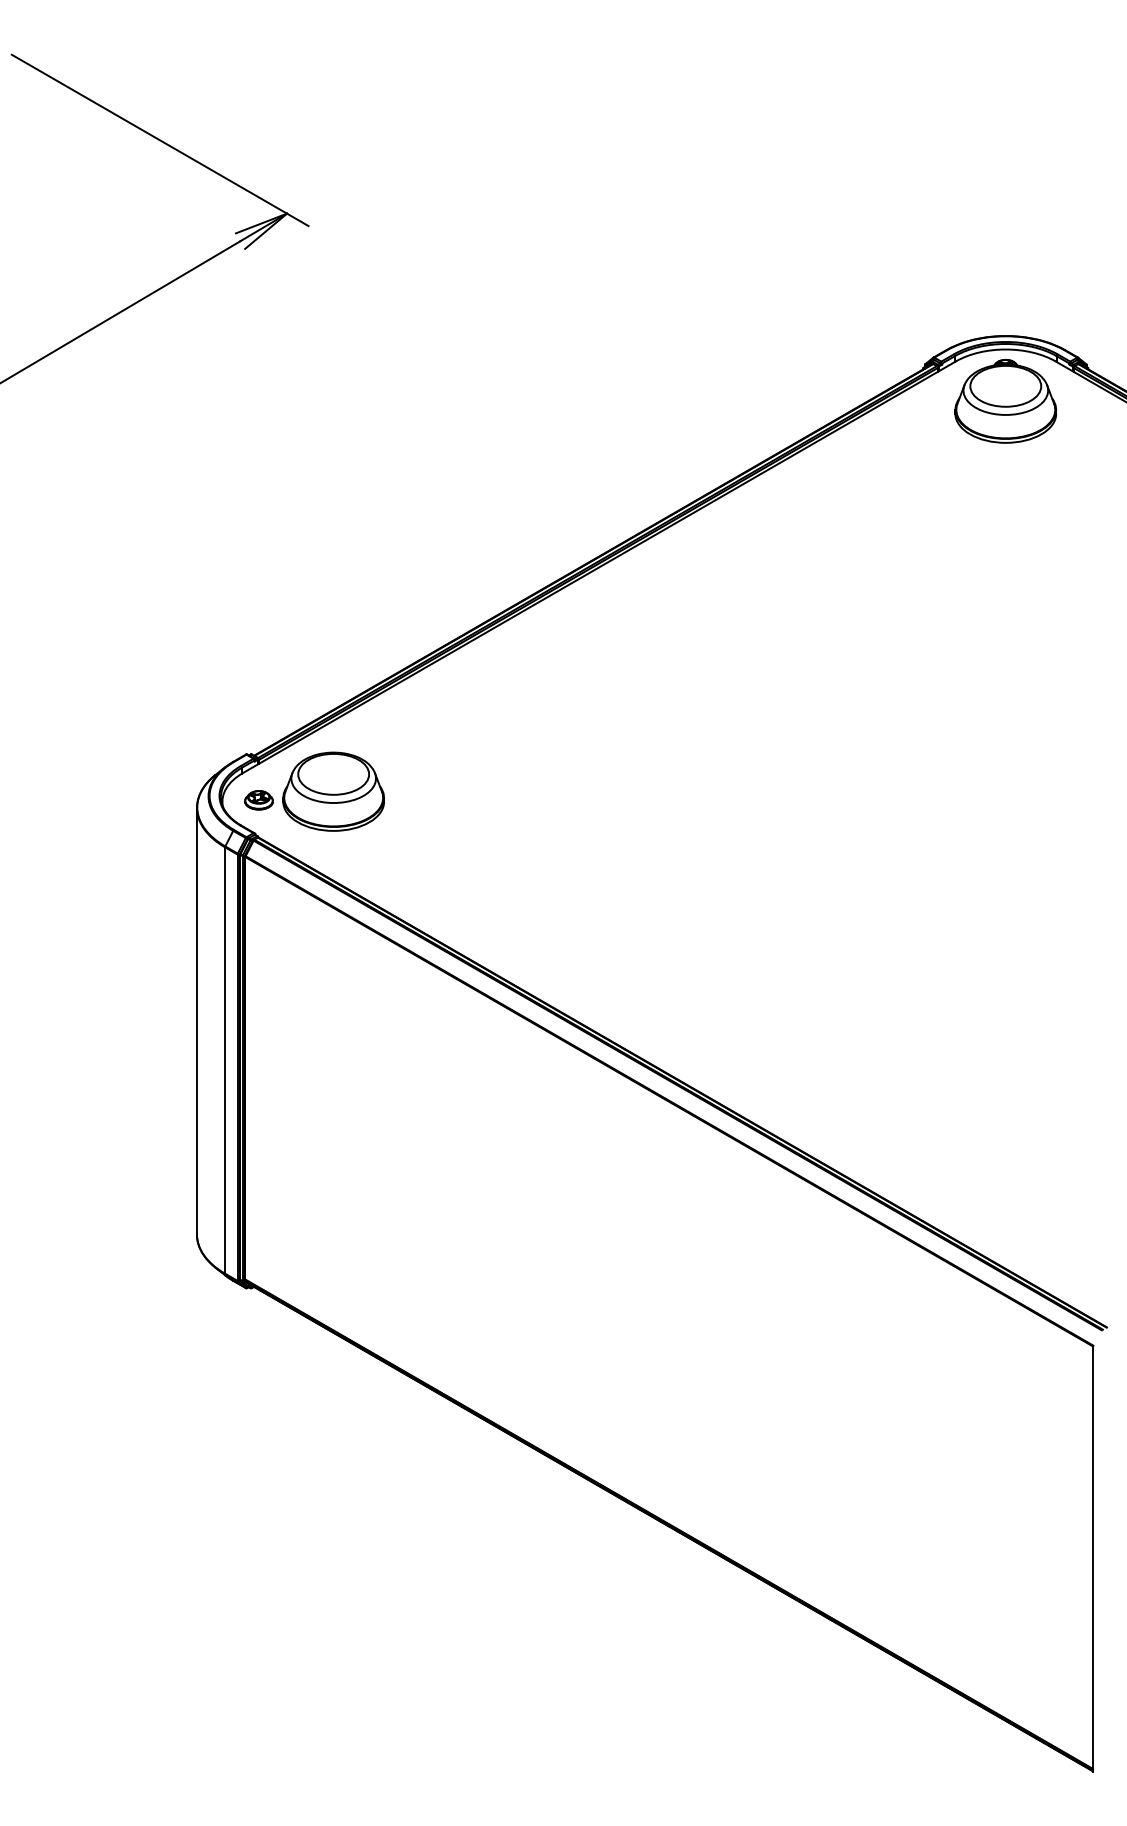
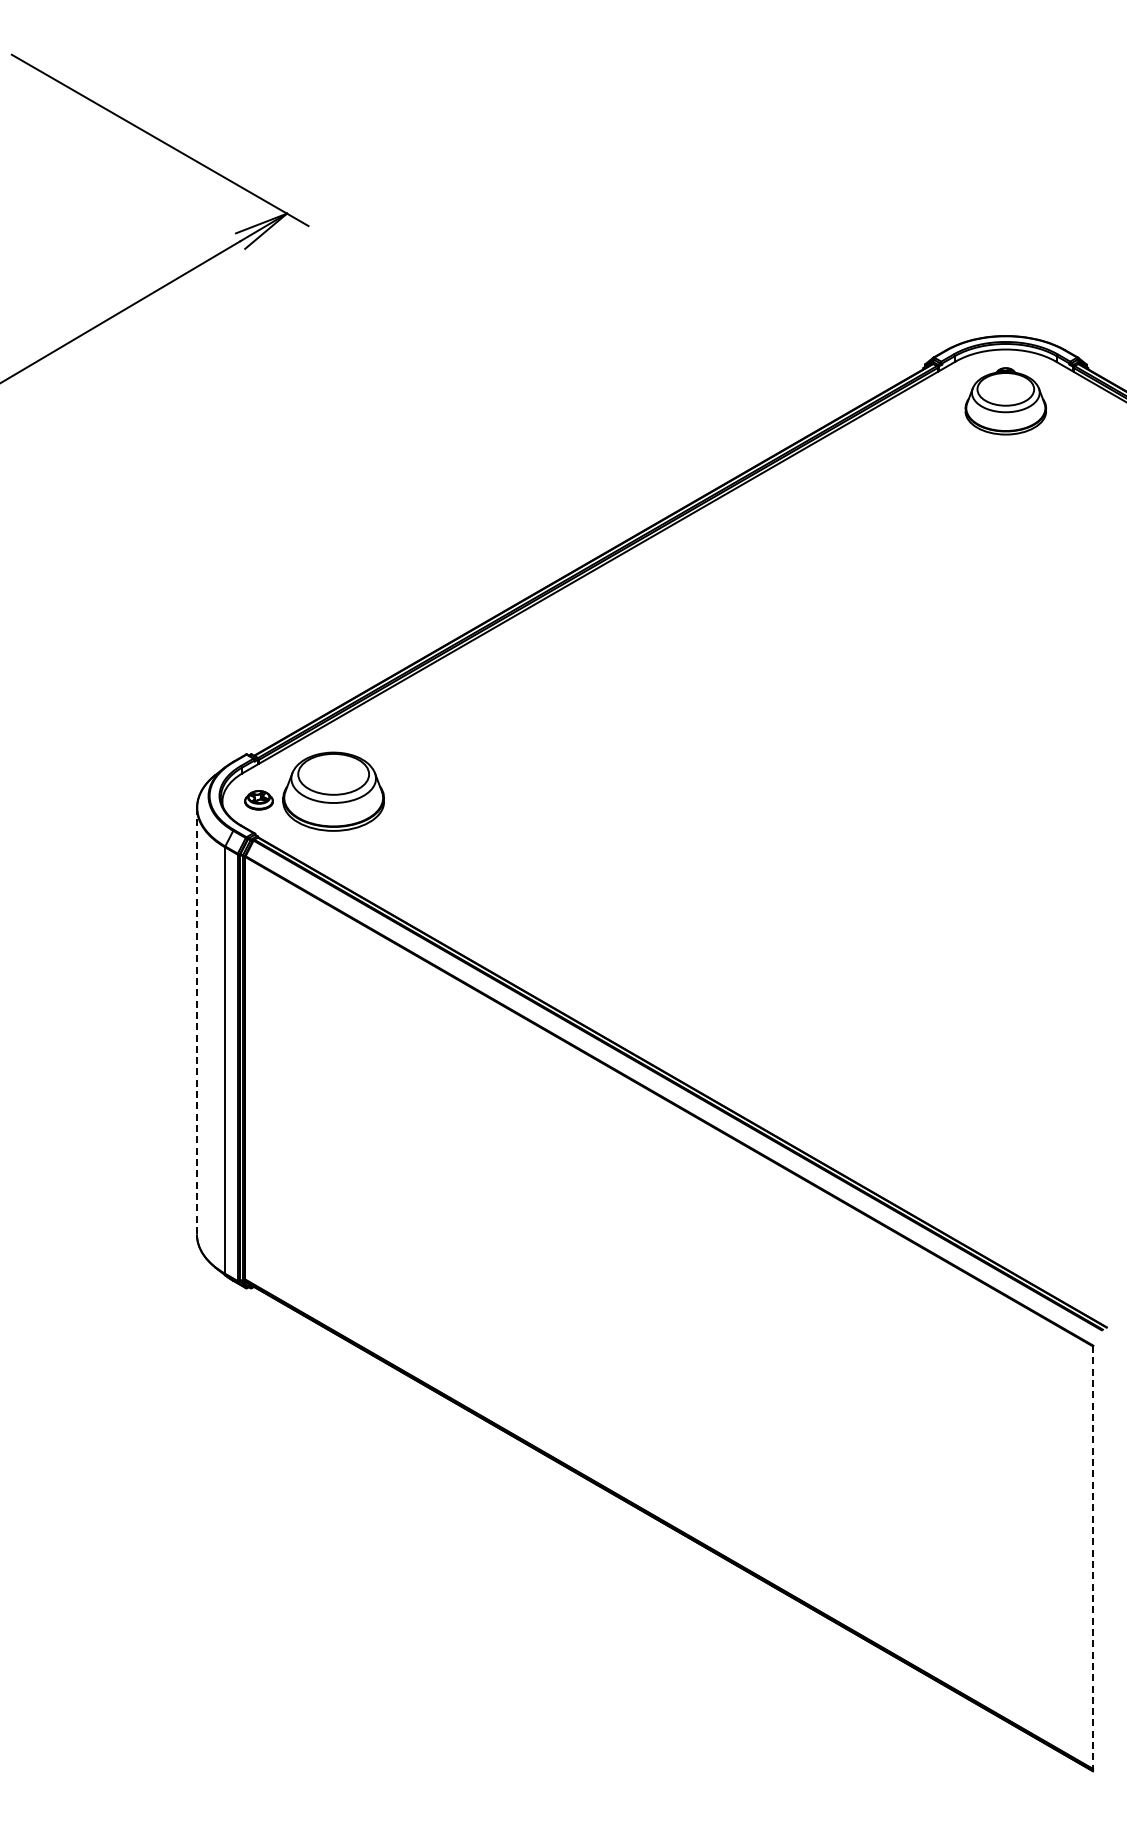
part at (1005, 401) size: 104x85 px -> 84x69 px
line at (196, 1021): solid -> dashed
line at (1092, 1558): solid -> dashed
